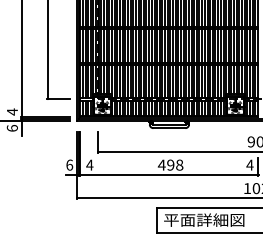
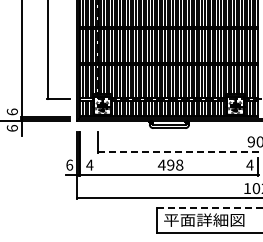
text at (11, 111): 4 -> 6
line at (180, 151): solid -> dashed
line at (209, 208): solid -> dashed
